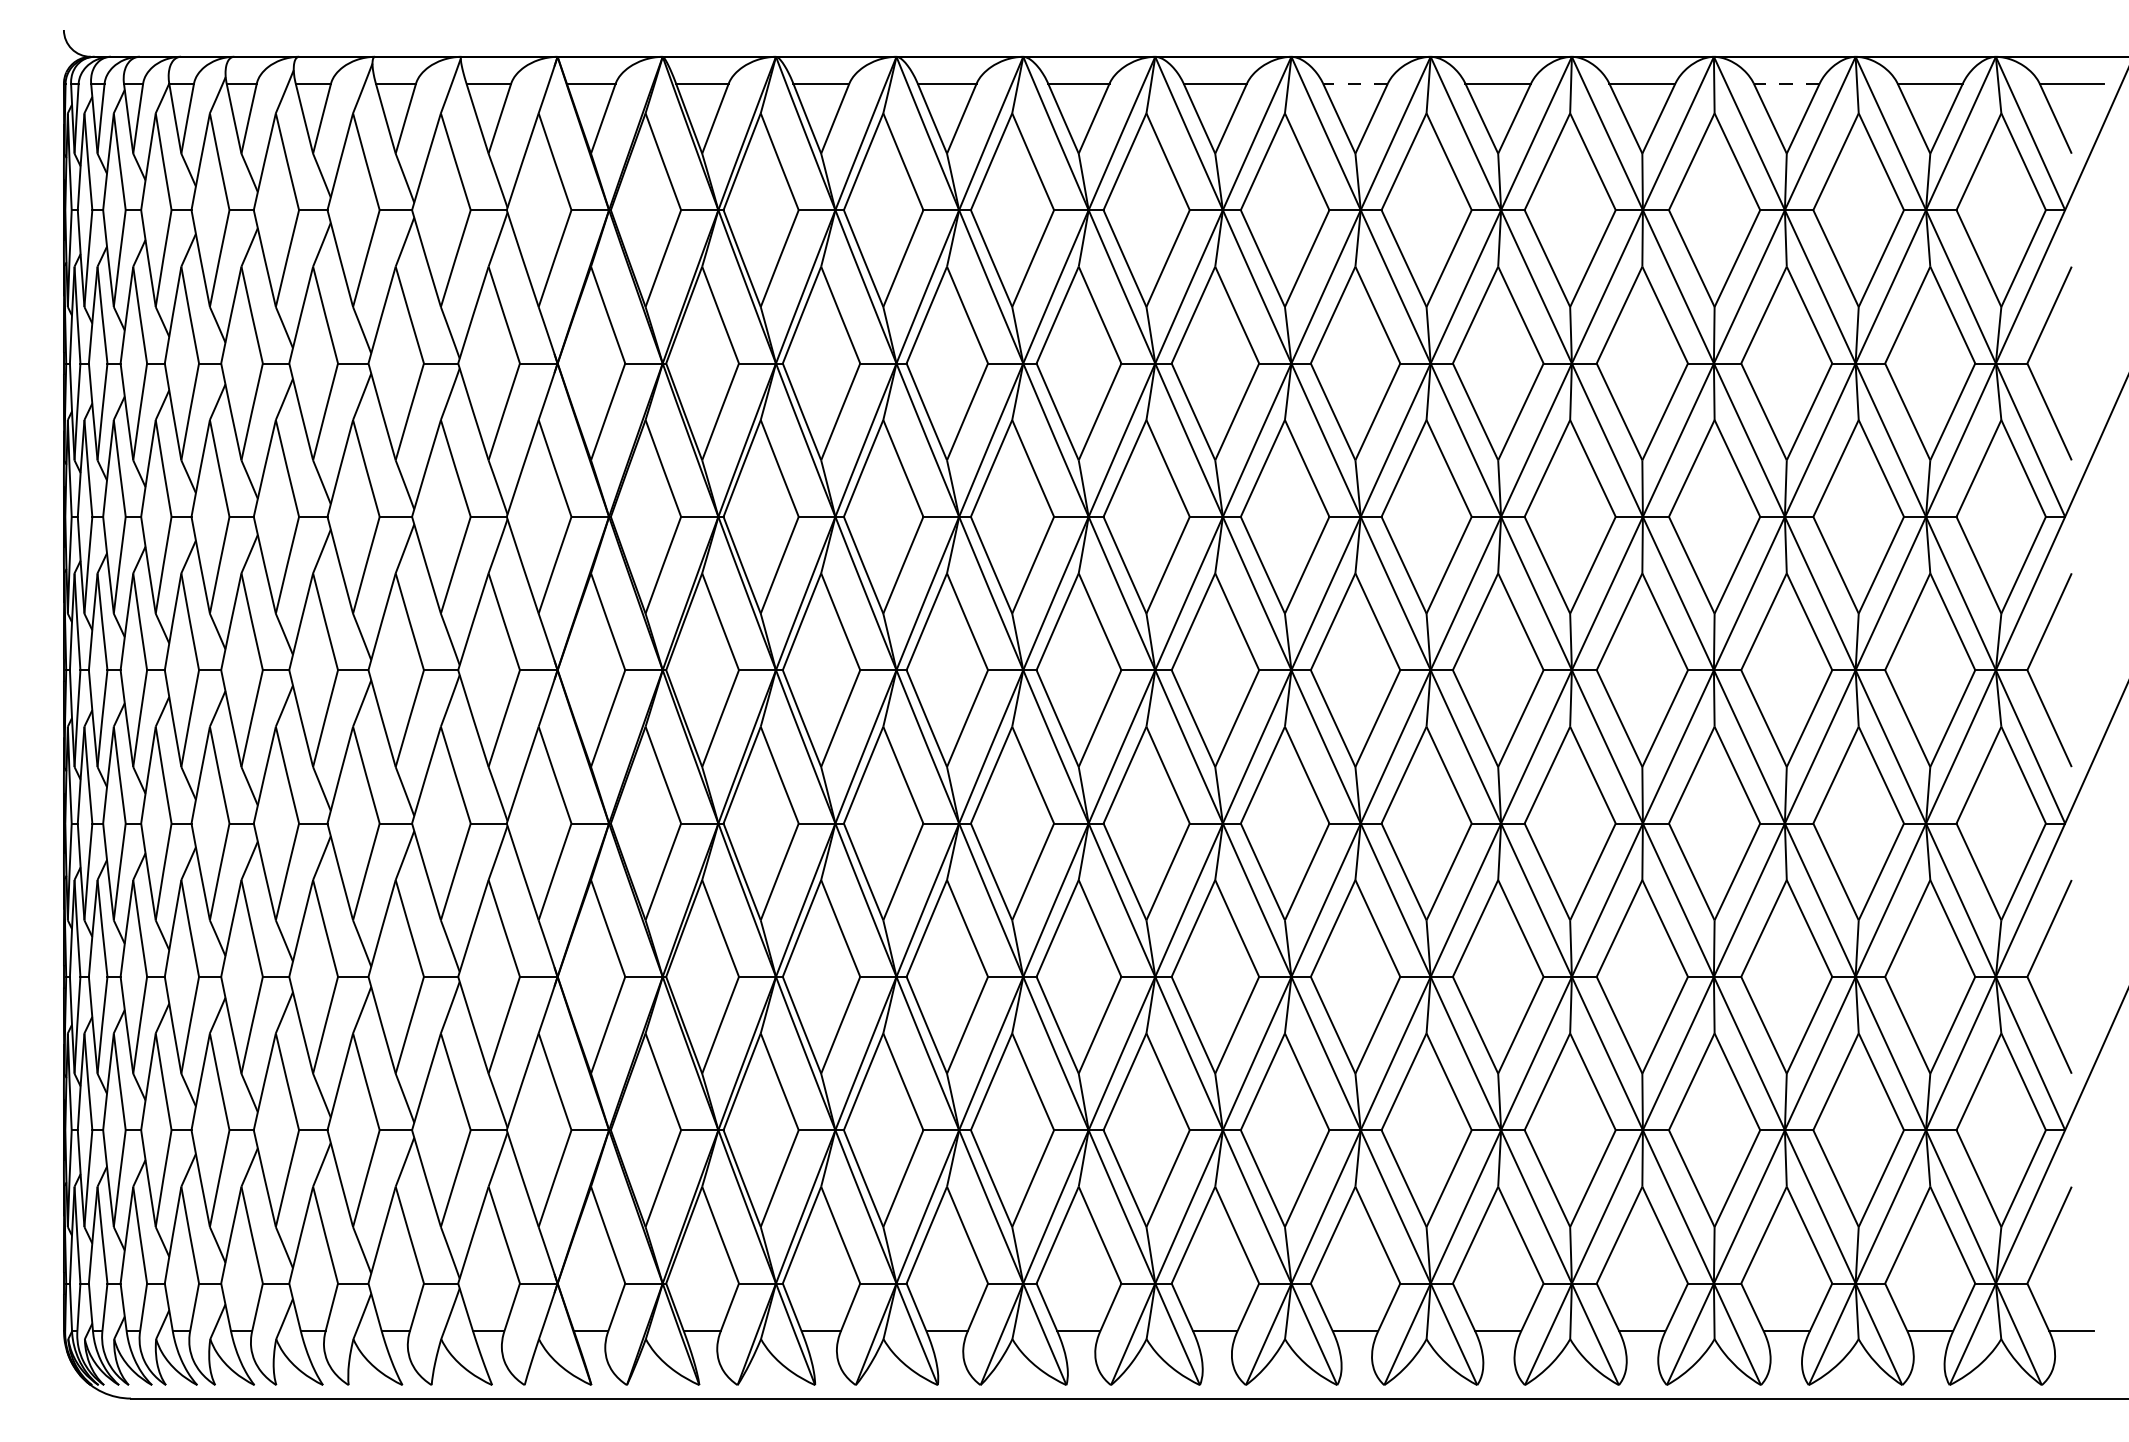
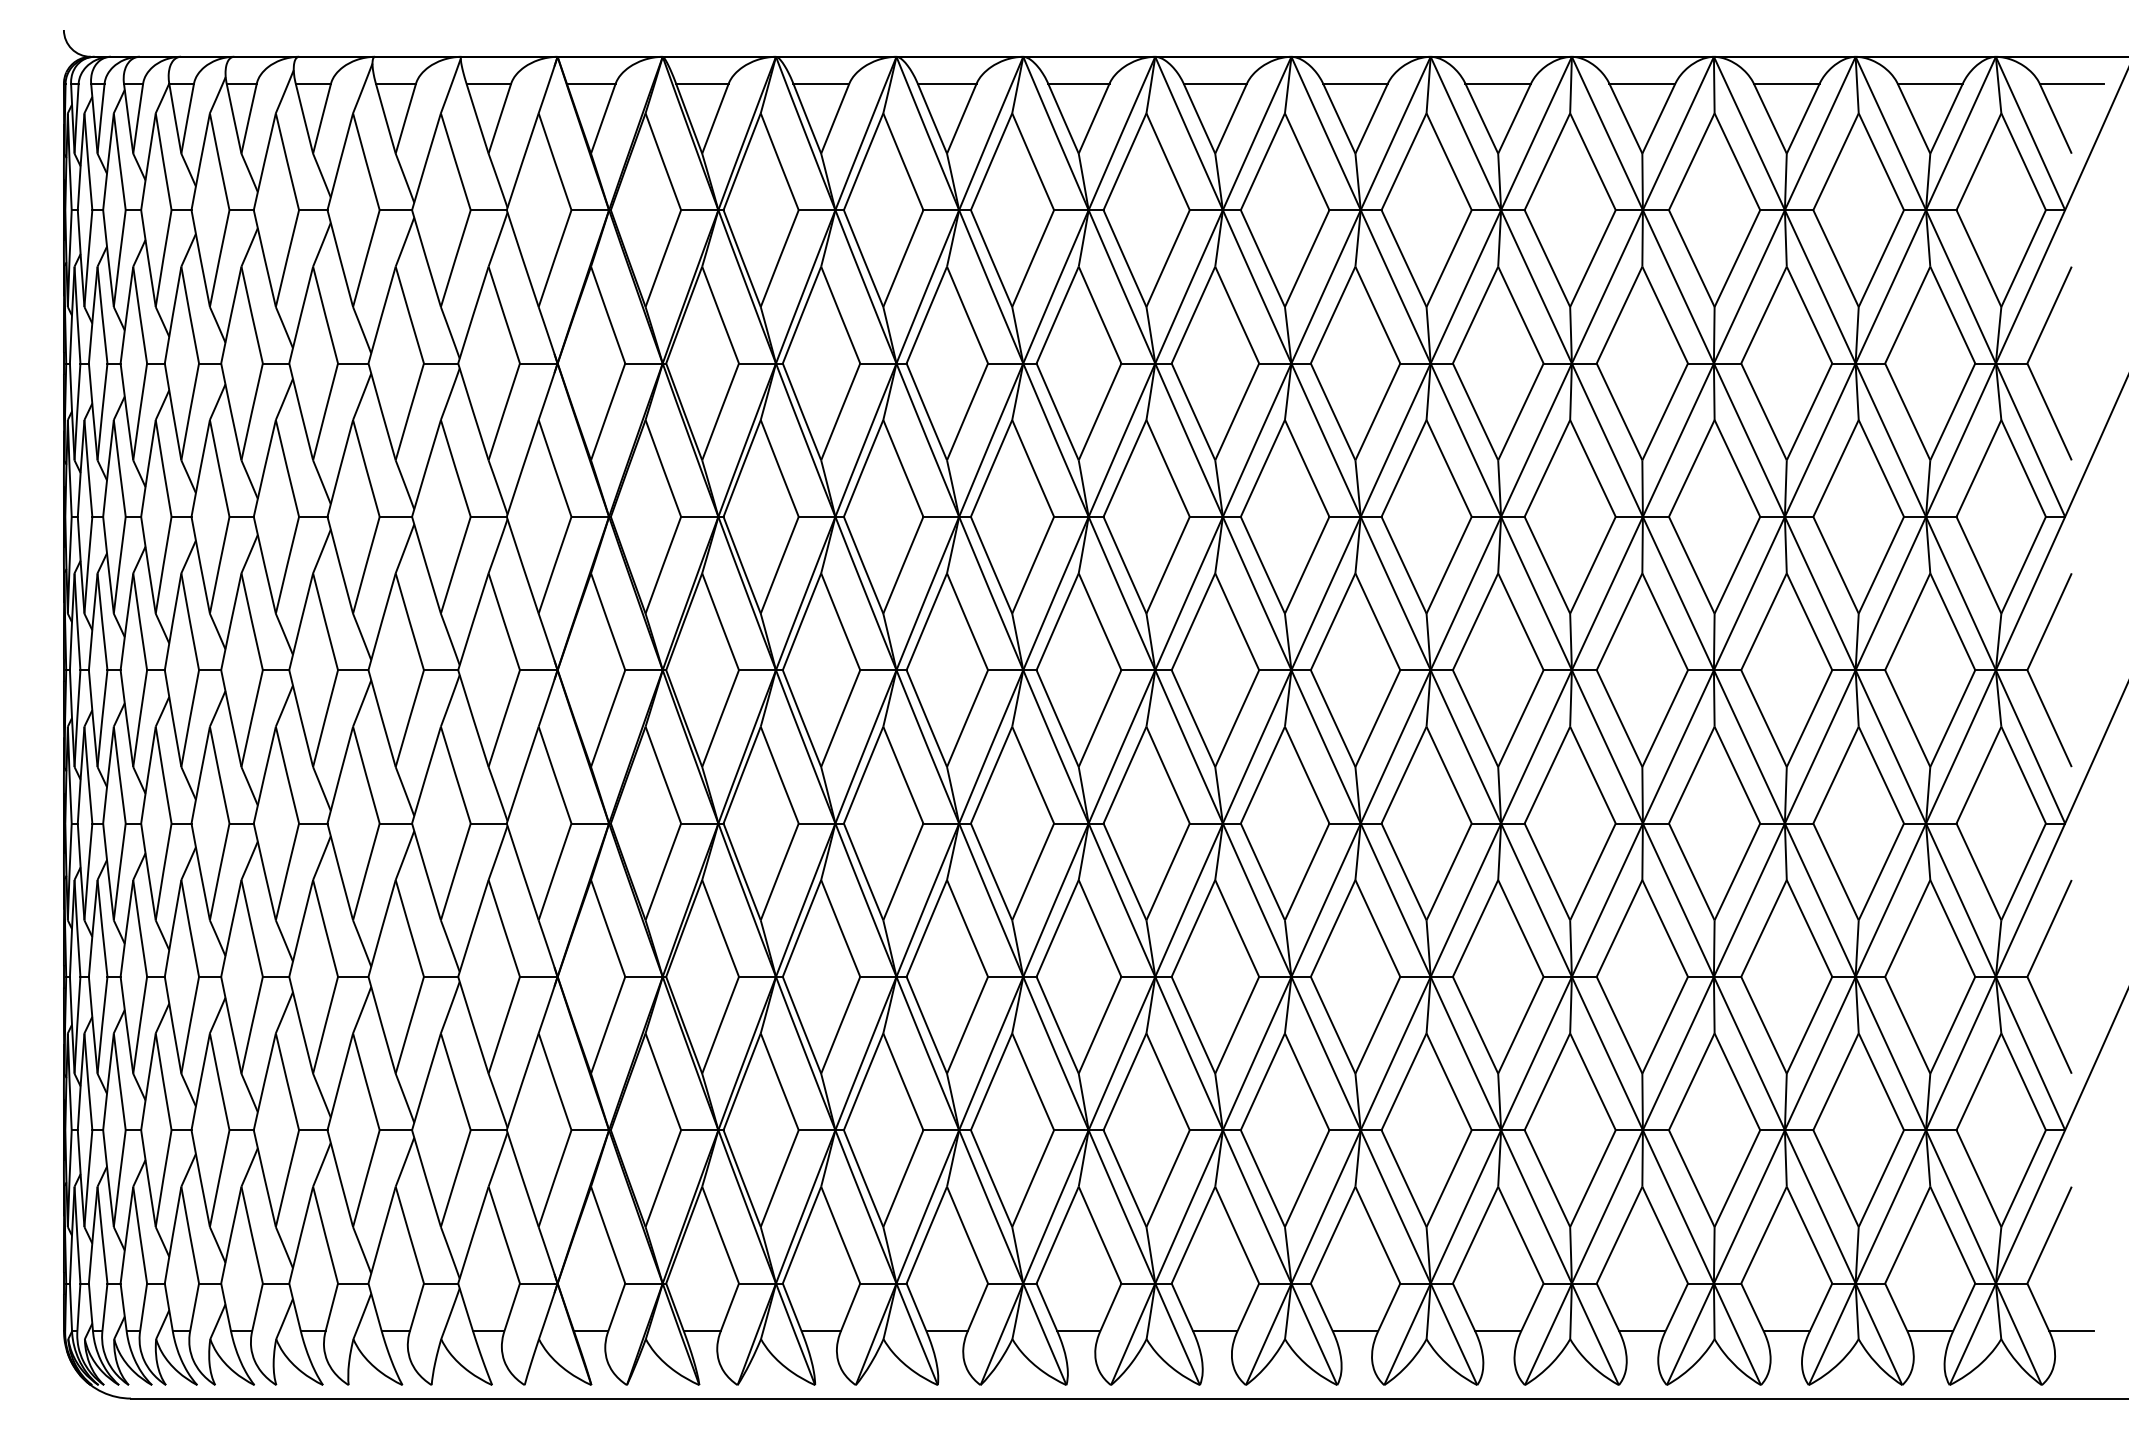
line at (1355, 83): dashed -> solid
line at (1786, 83): dashed -> solid
